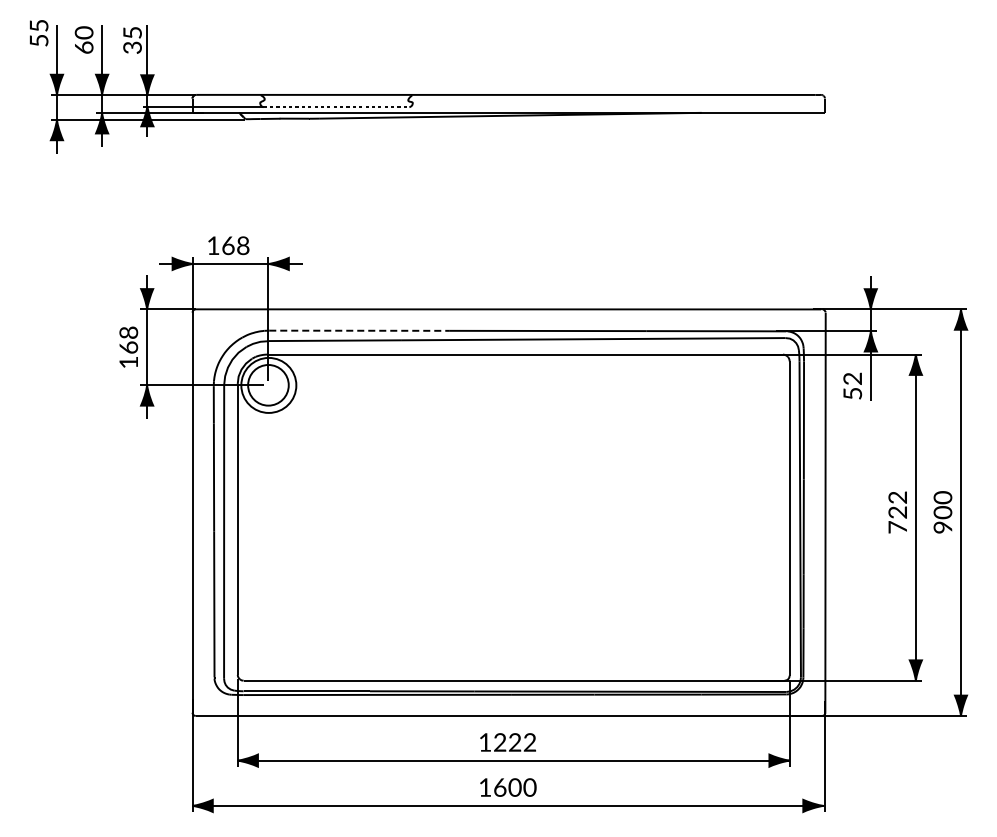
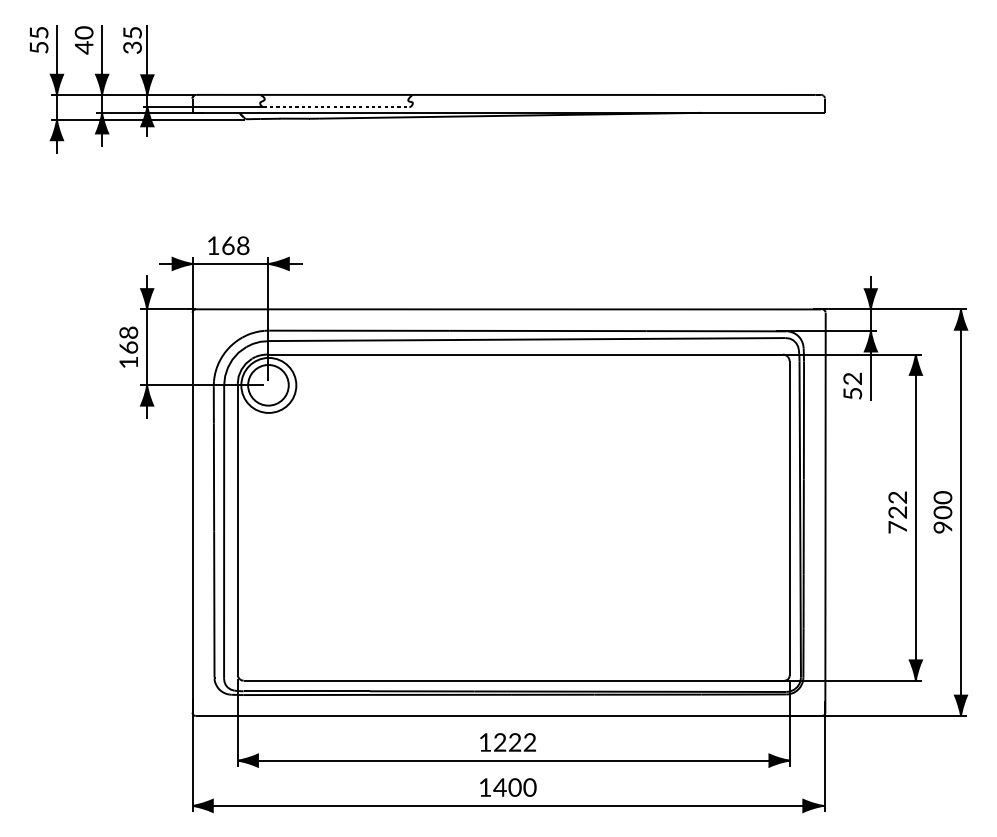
text at (39, 33) position: (39, 33) -> (39, 40)
text at (84, 47): 60 -> 40
line at (359, 330): dashed -> solid
text at (499, 787): 1600 -> 1400
